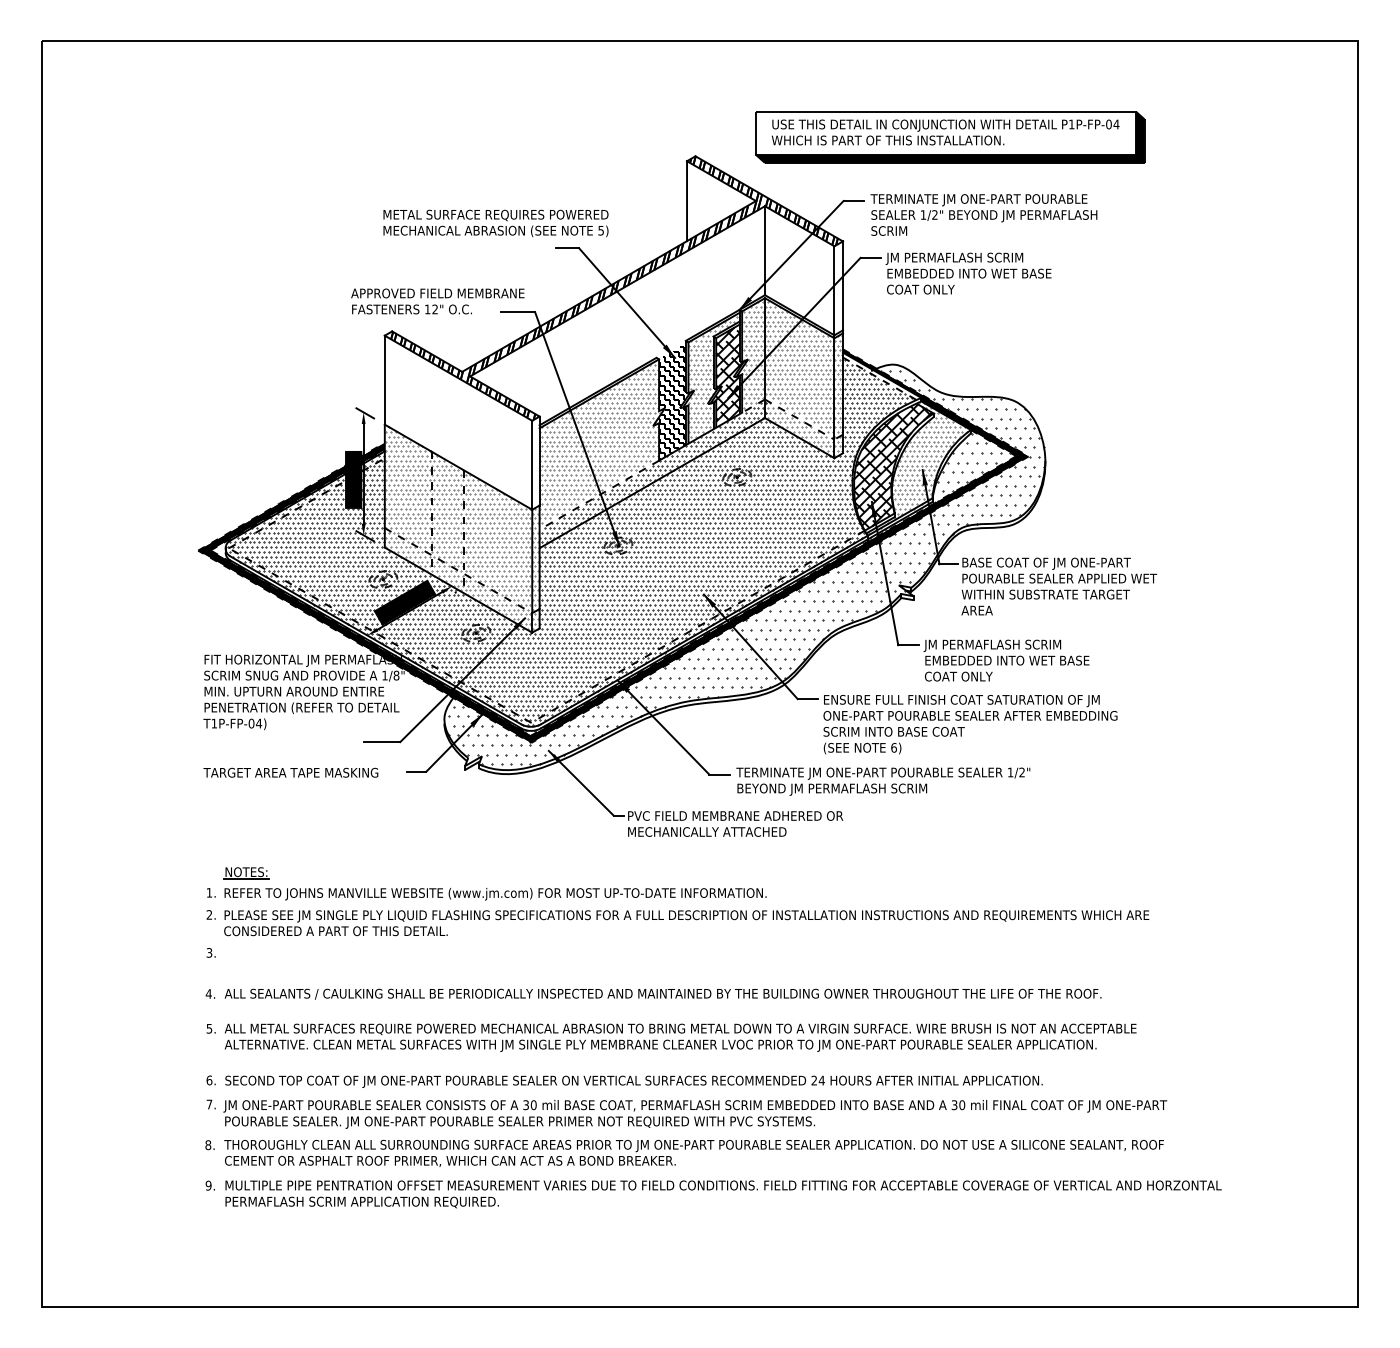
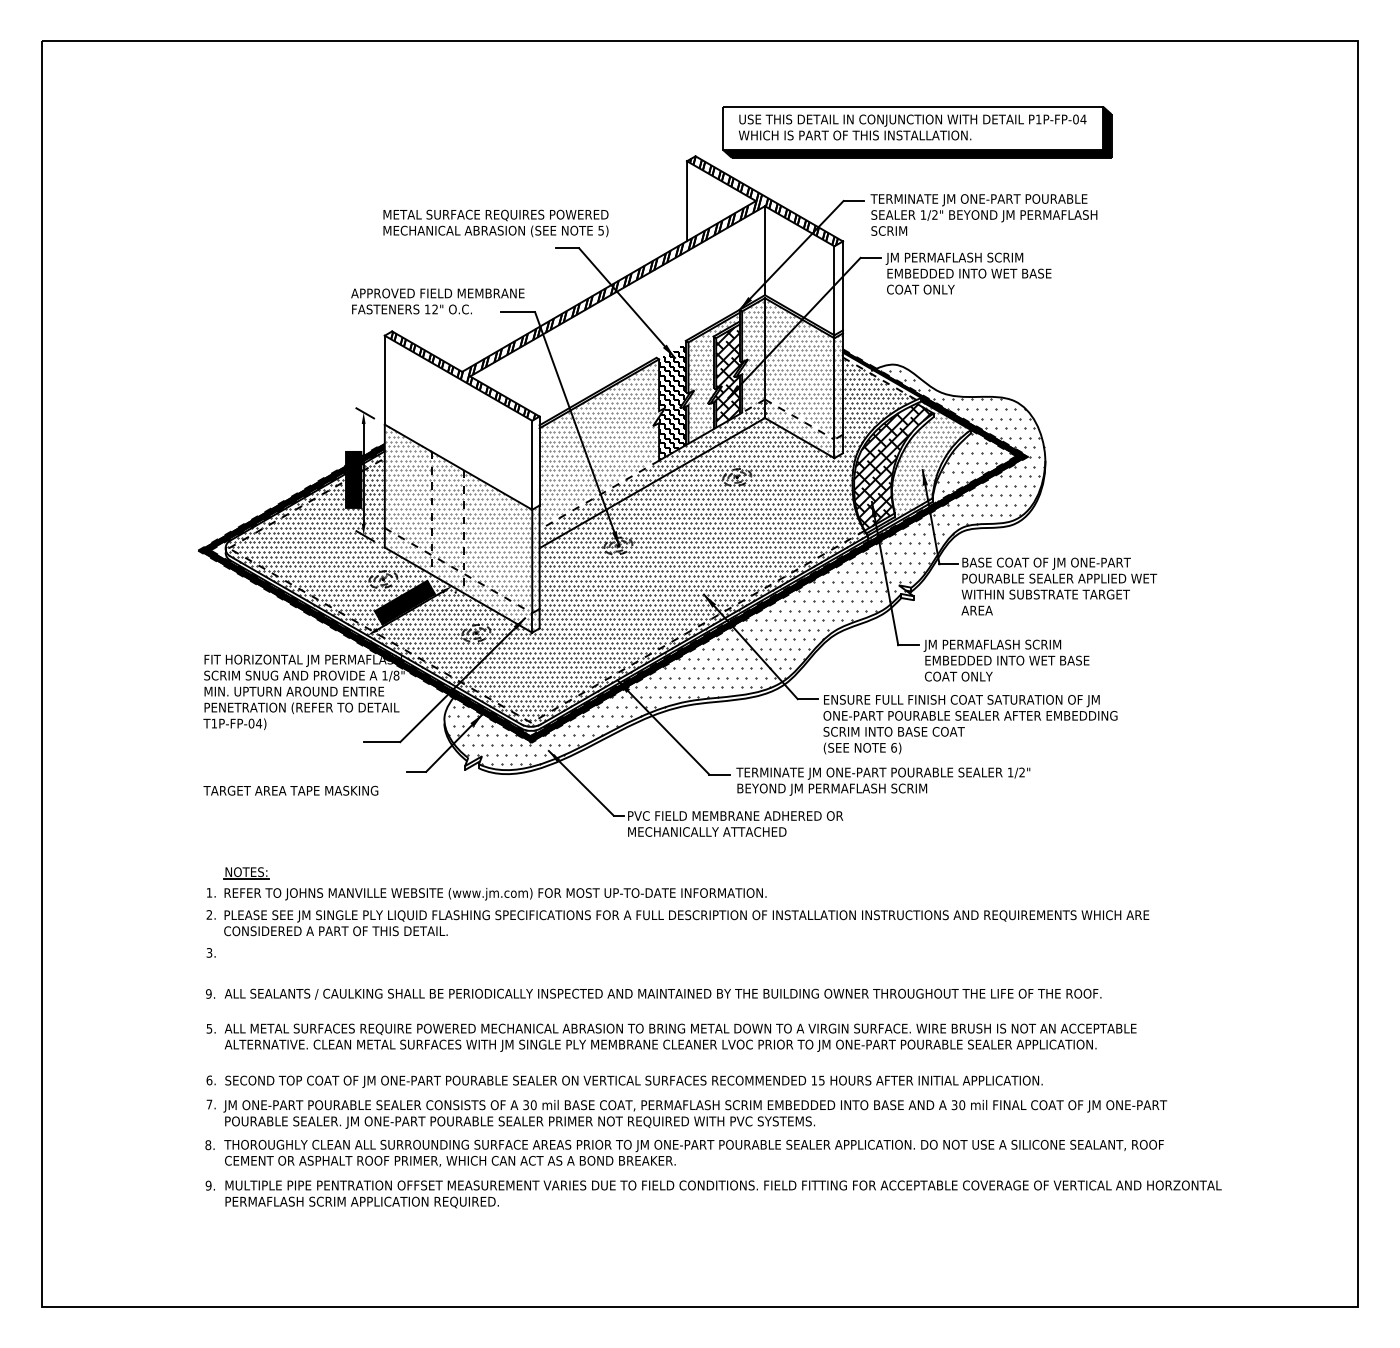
part at (950, 137) position: (950, 137) -> (917, 132)
text at (290, 772) position: (290, 772) -> (290, 790)
text at (208, 993): 4. -> 9.
text at (817, 1080): 24 -> 15
